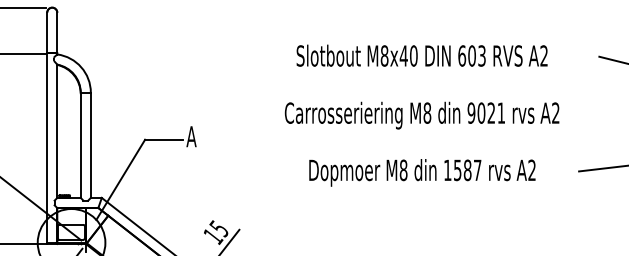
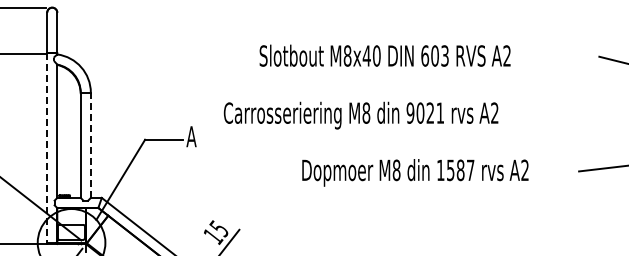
text at (421, 55) position: (421, 55) -> (384, 55)
text at (421, 115) position: (421, 115) -> (360, 115)
line at (90, 145): solid -> dashed
line at (47, 148): solid -> dashed
text at (422, 172) position: (422, 172) -> (415, 172)
